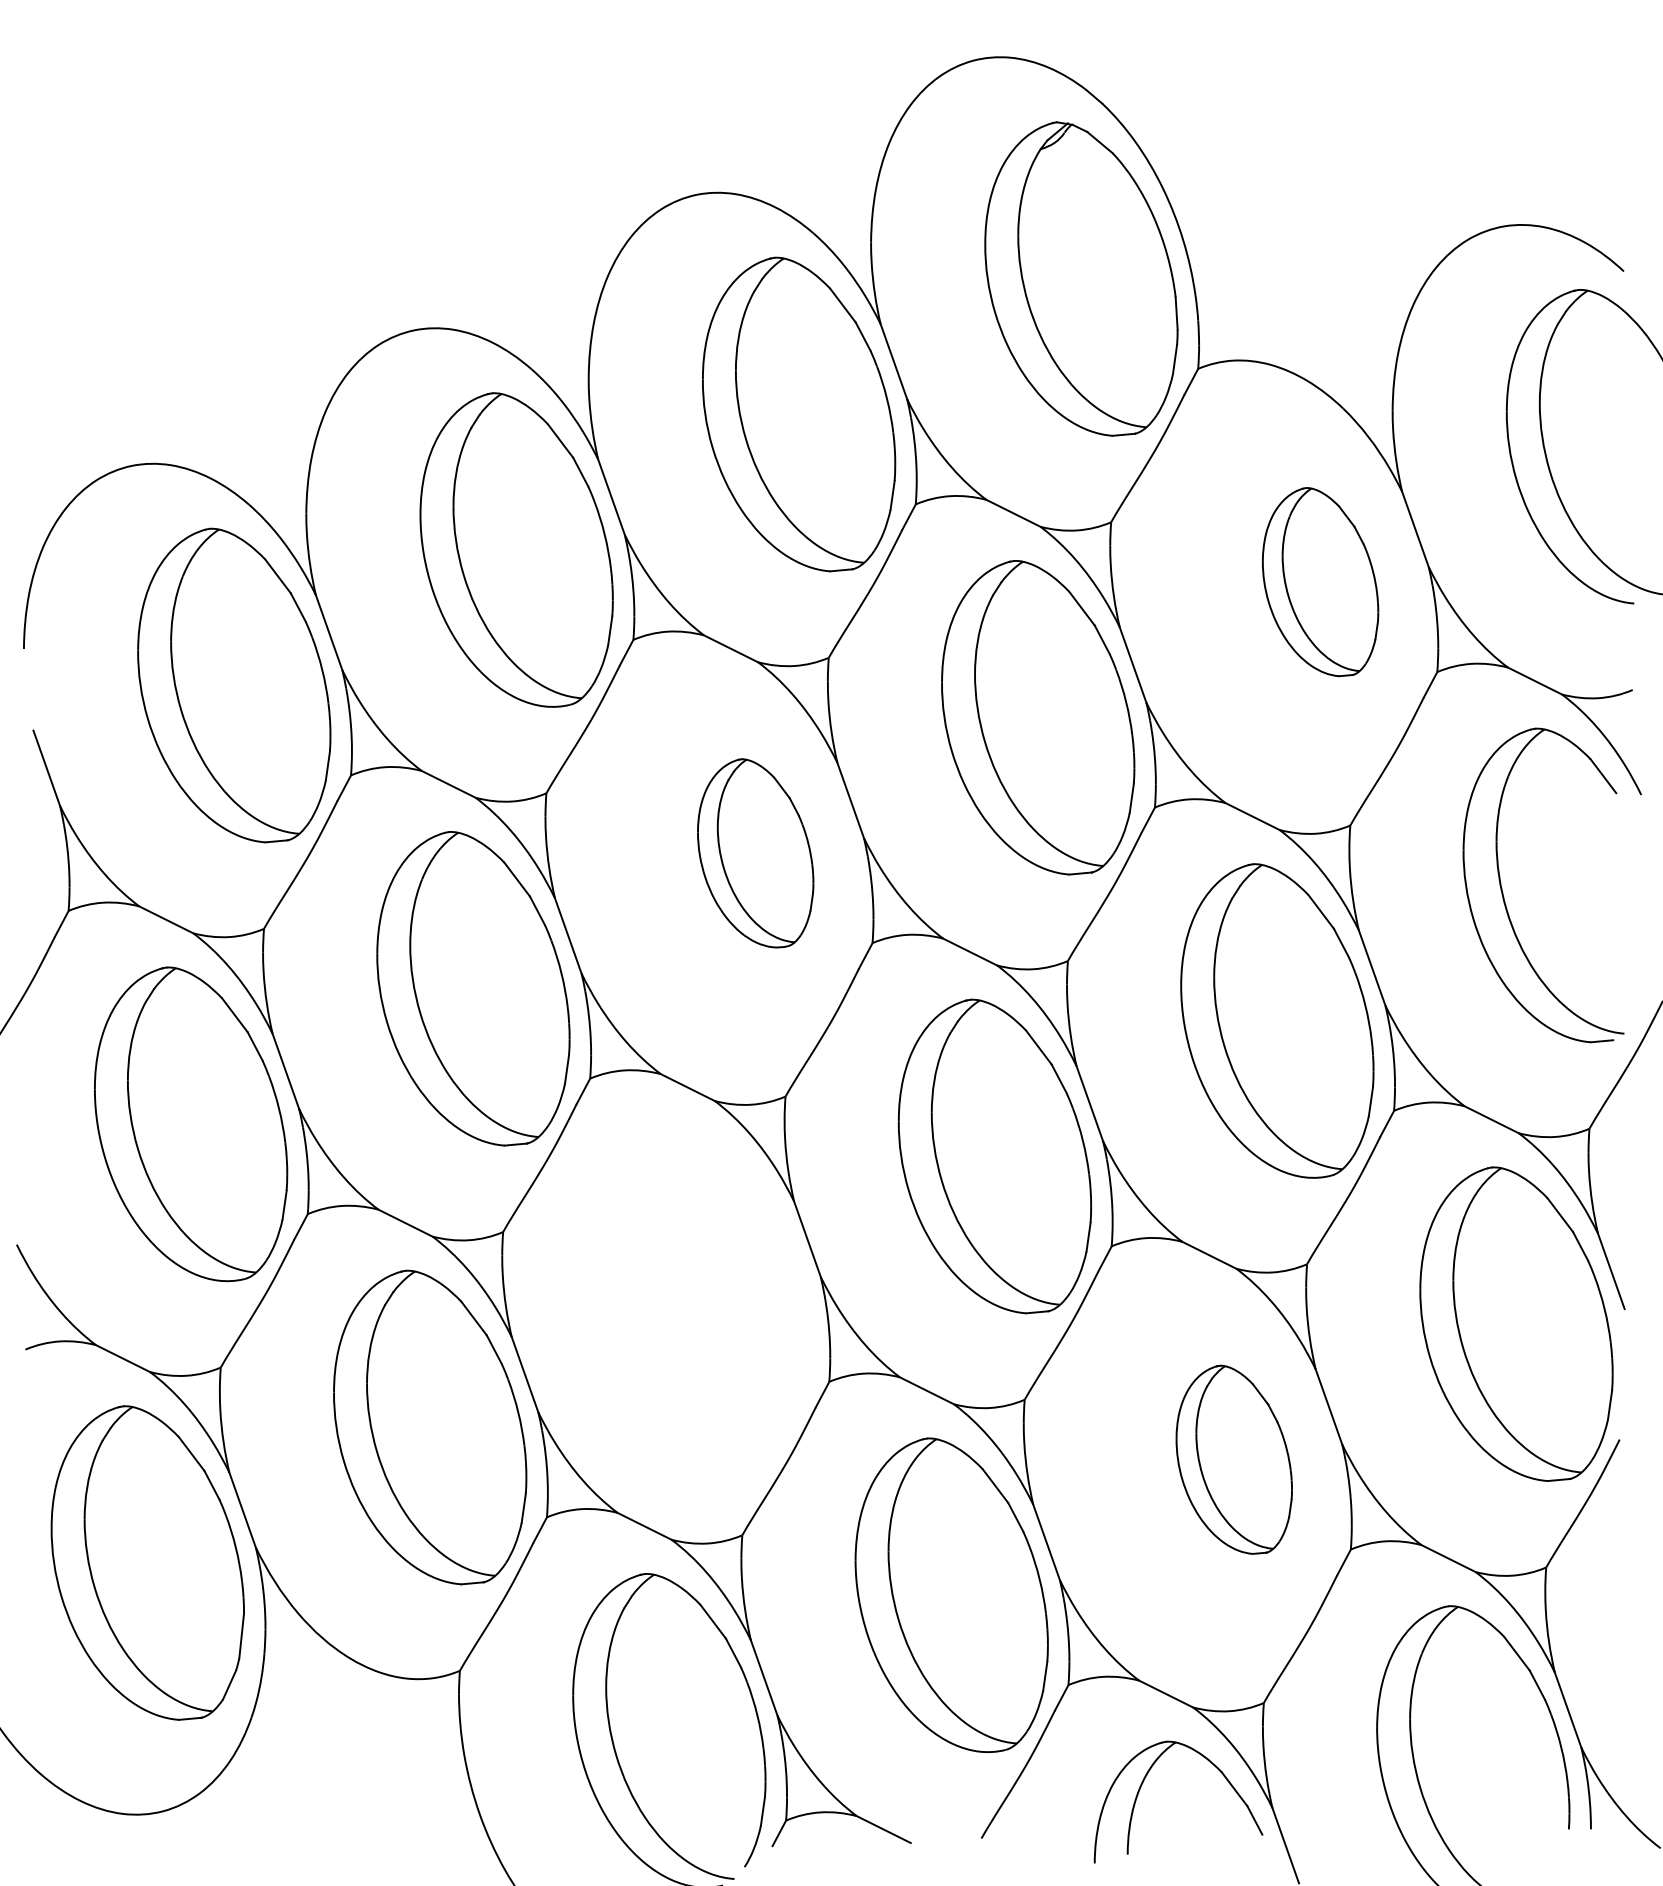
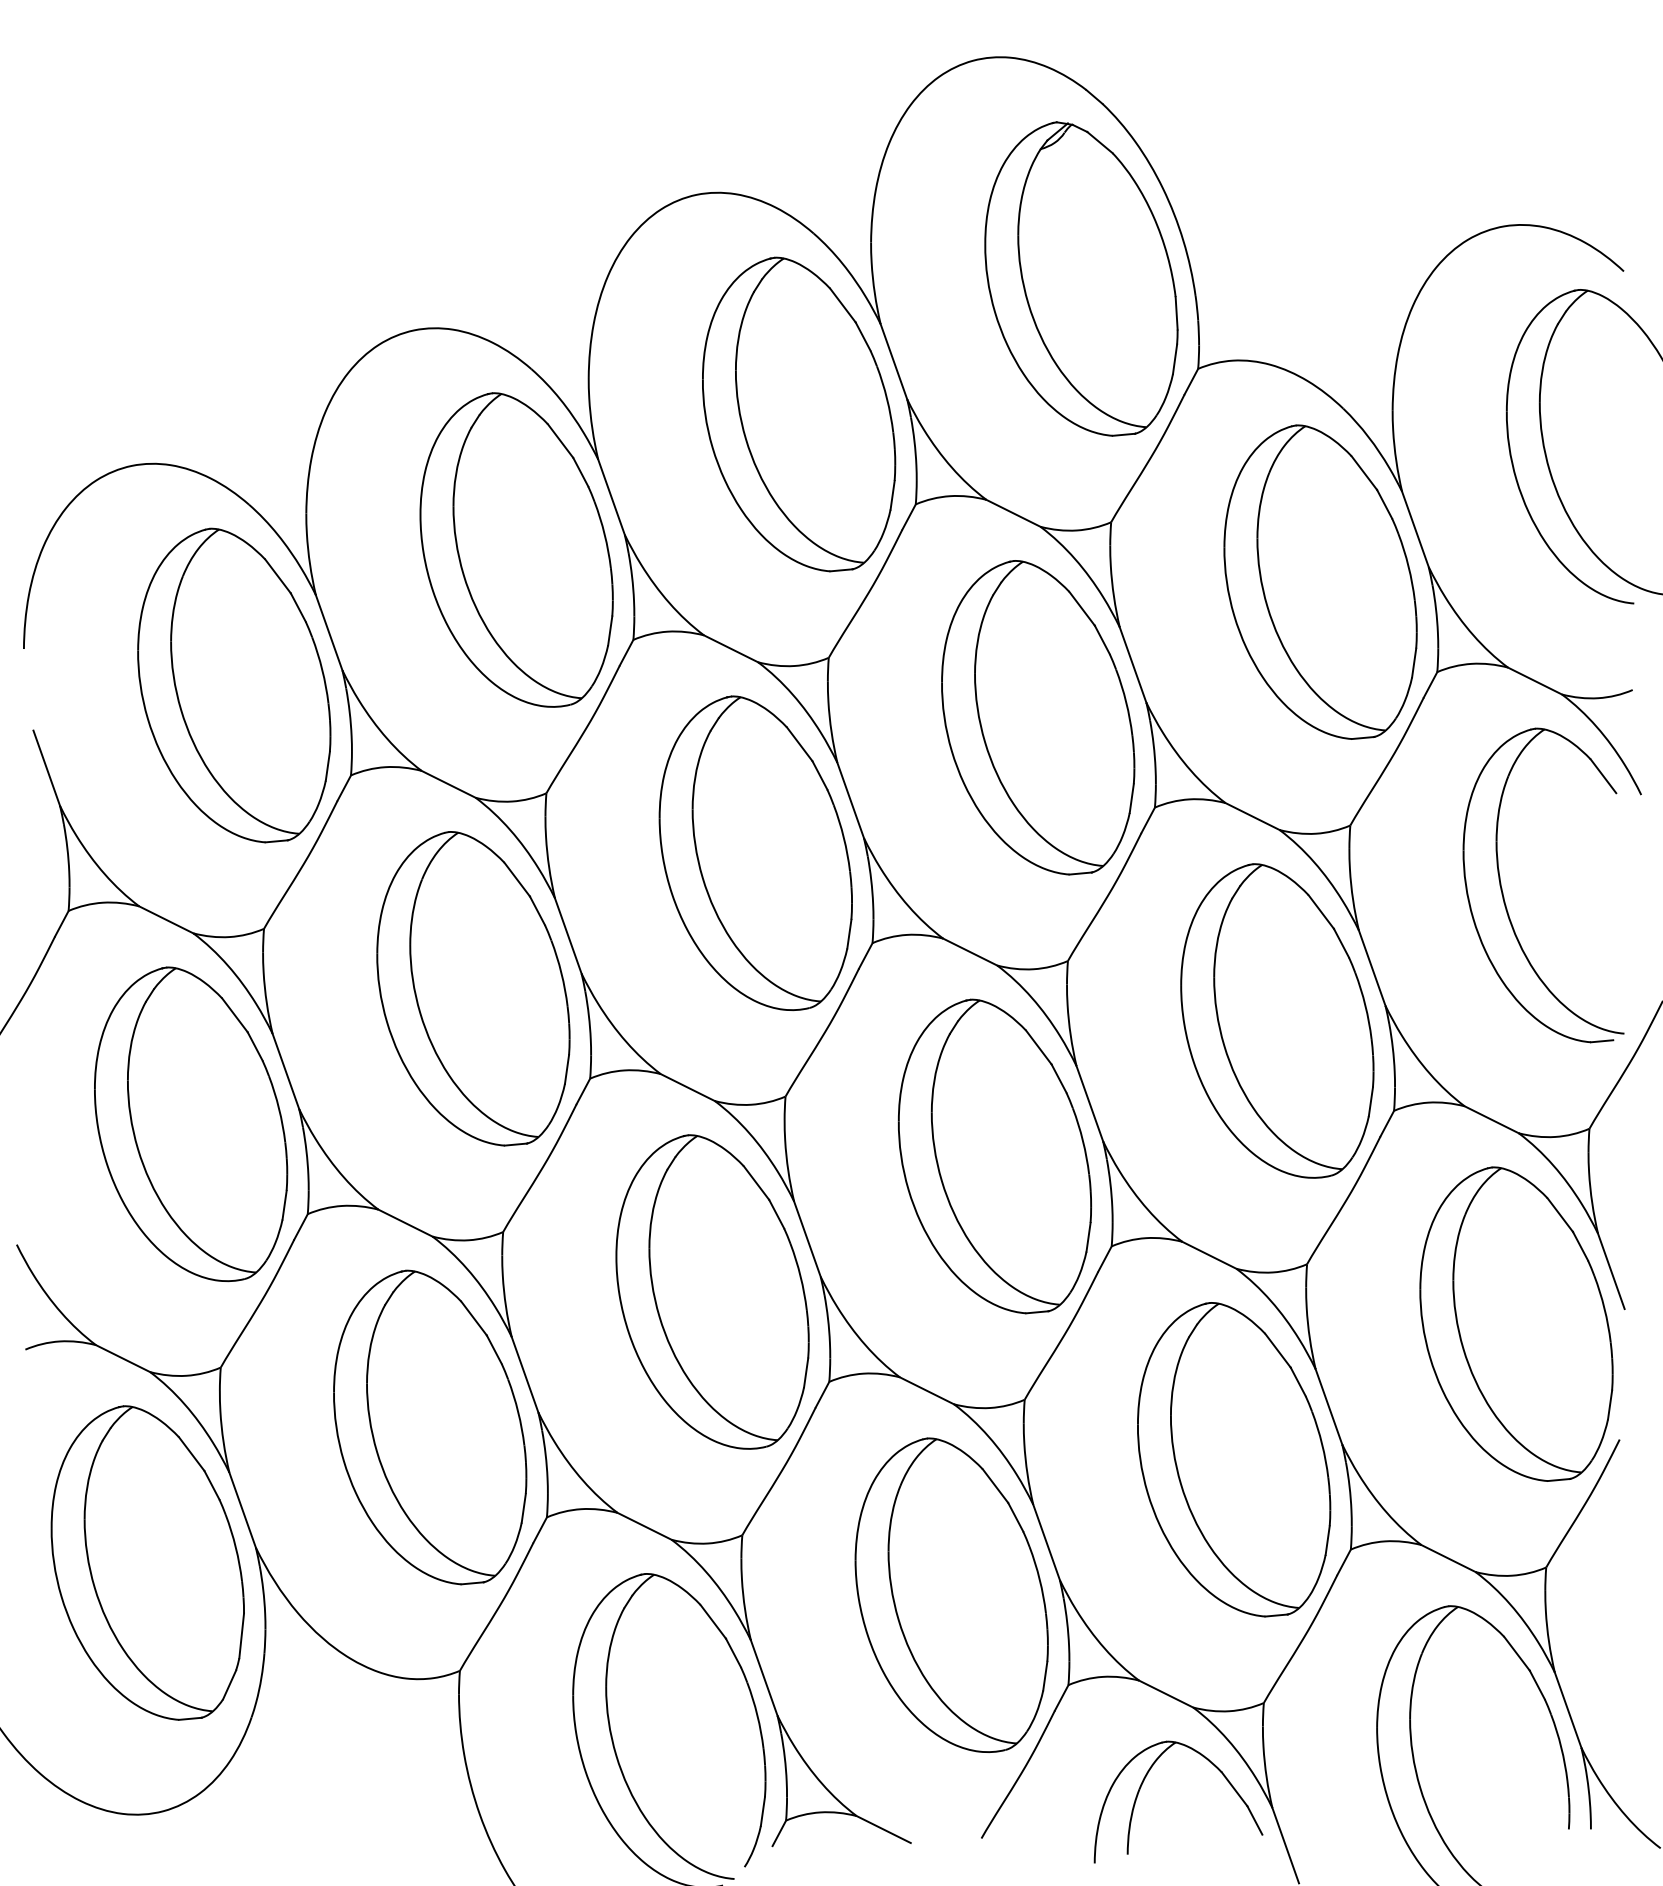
part at (1320, 582) size: 118x191 px -> 195x316 px
part at (755, 853) size: 118x191 px -> 195x317 px
part at (712, 1291): none -> present
part at (1233, 1459) size: 118x191 px -> 195x316 px
